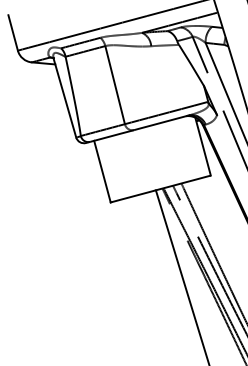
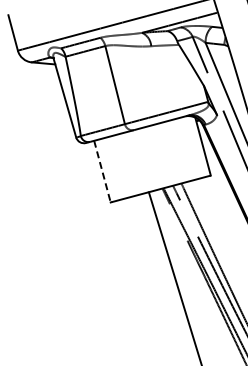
line at (102, 171): solid -> dashed
line at (181, 276) position: (181, 276) -> (174, 277)
